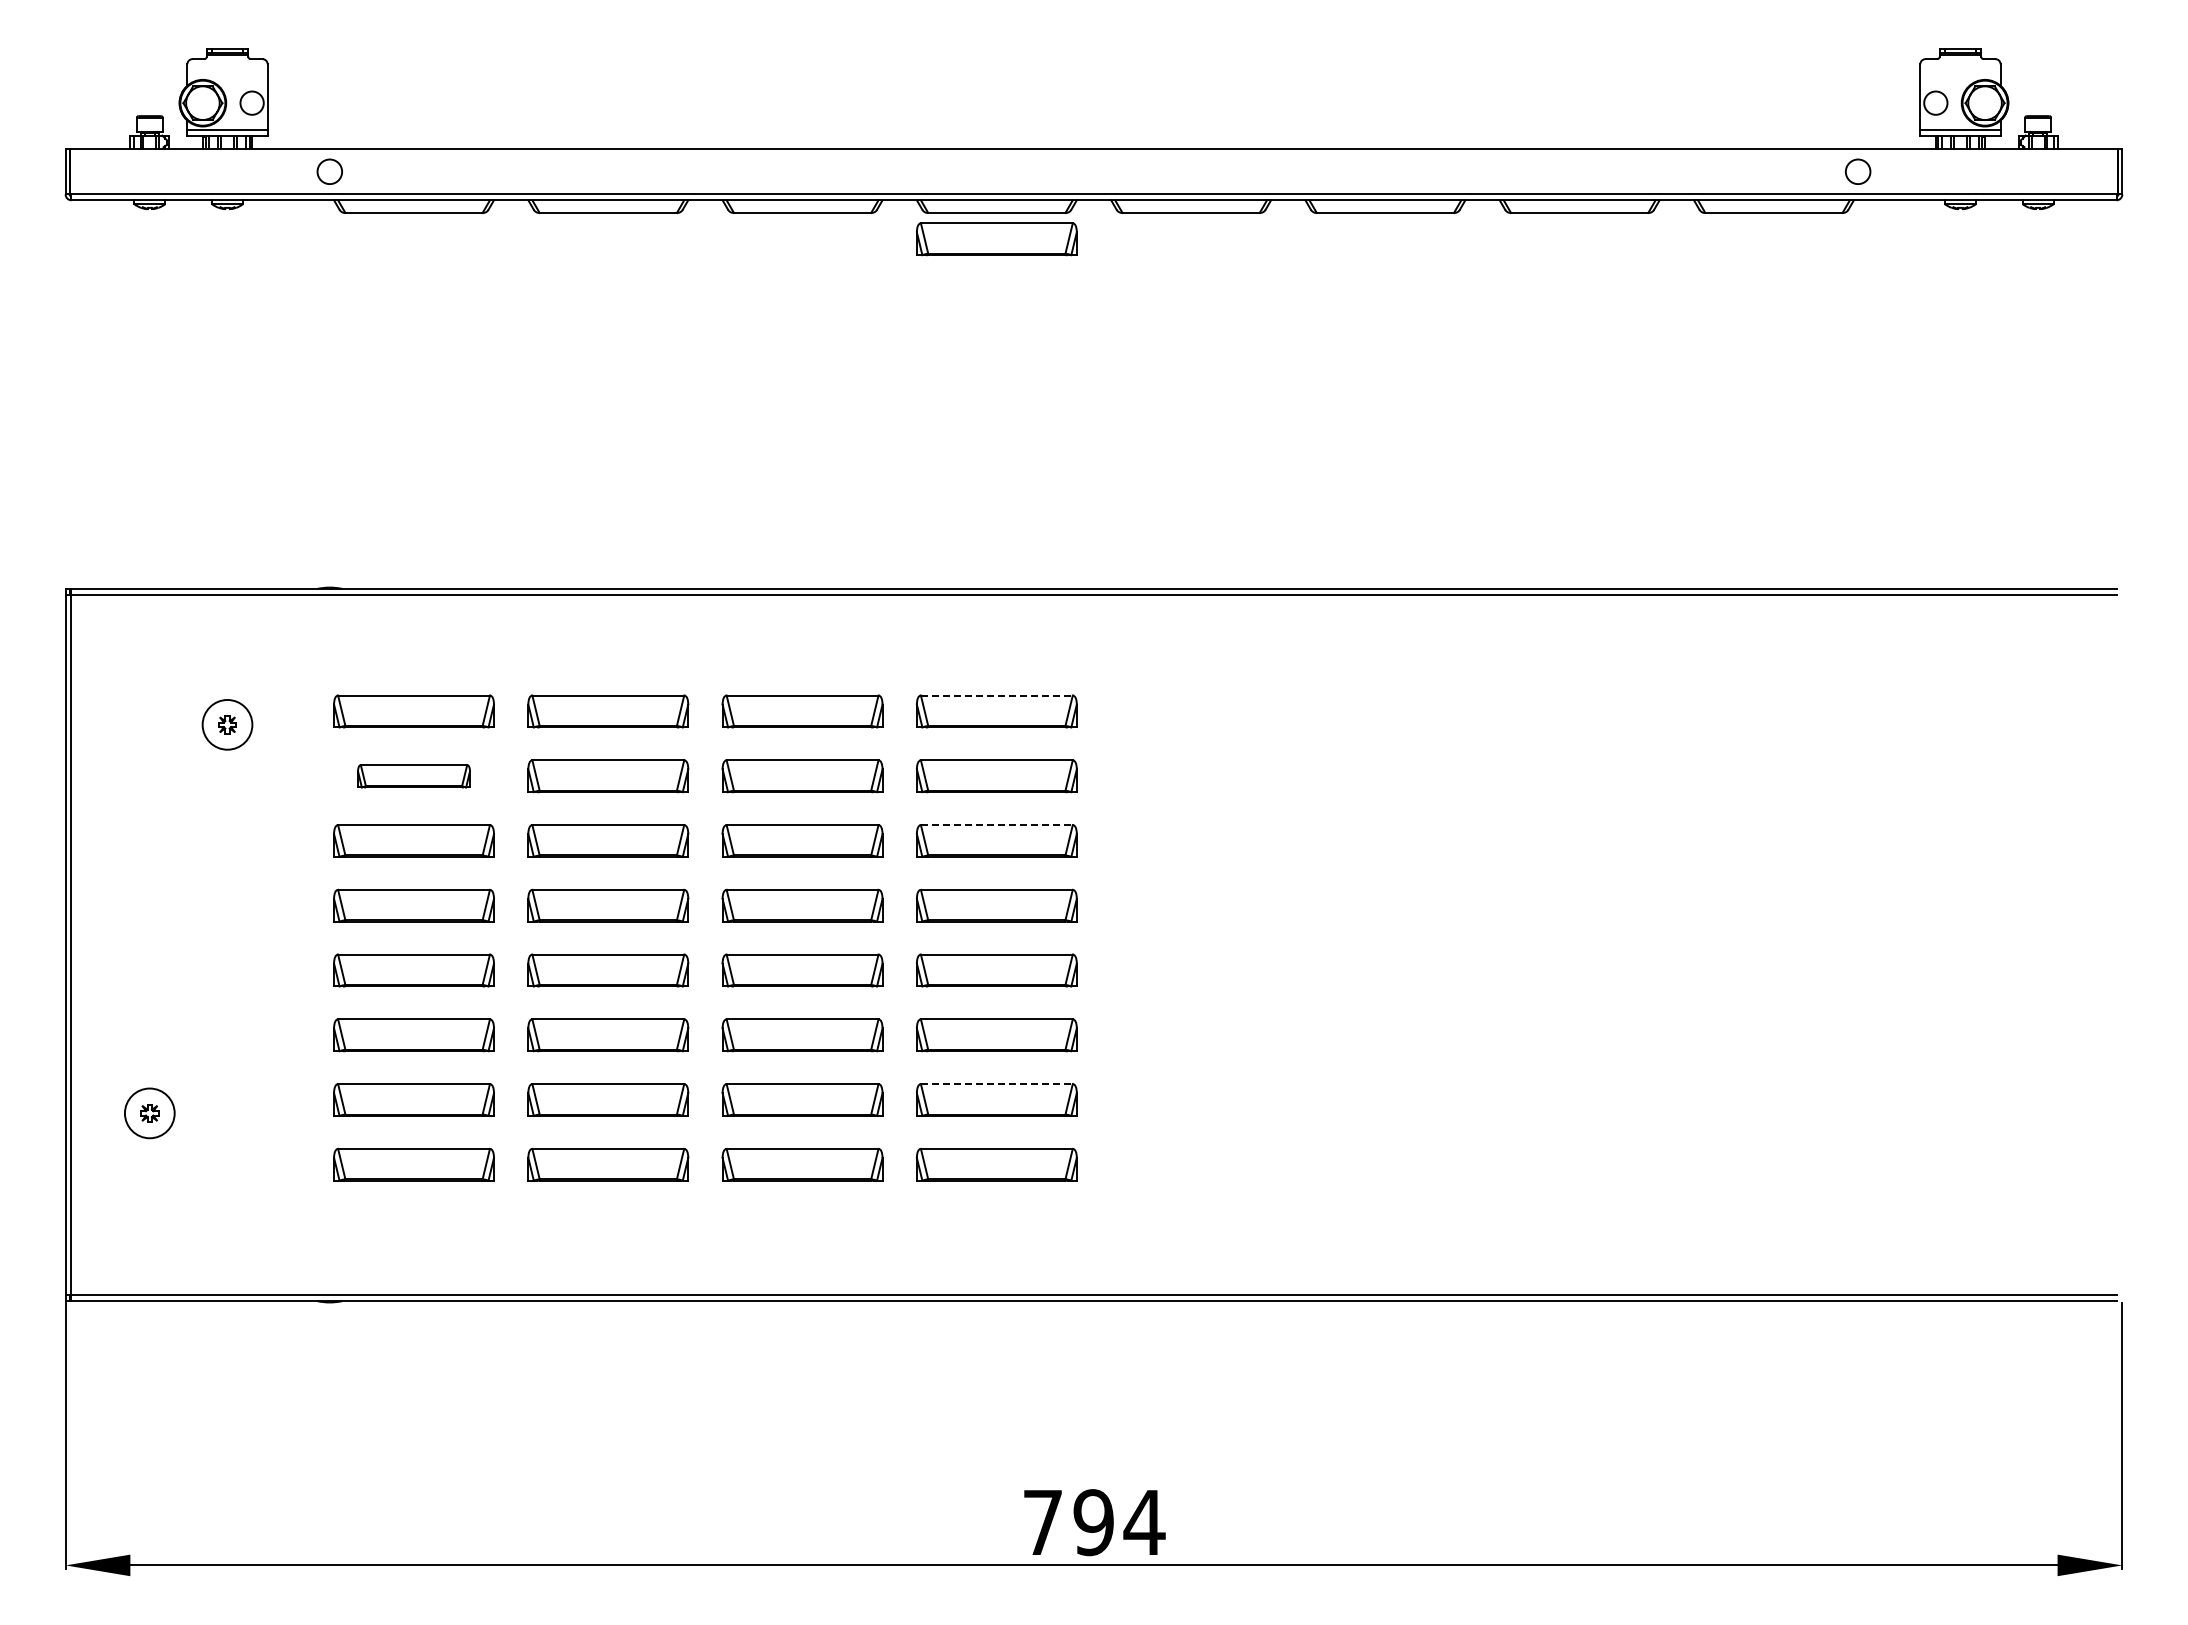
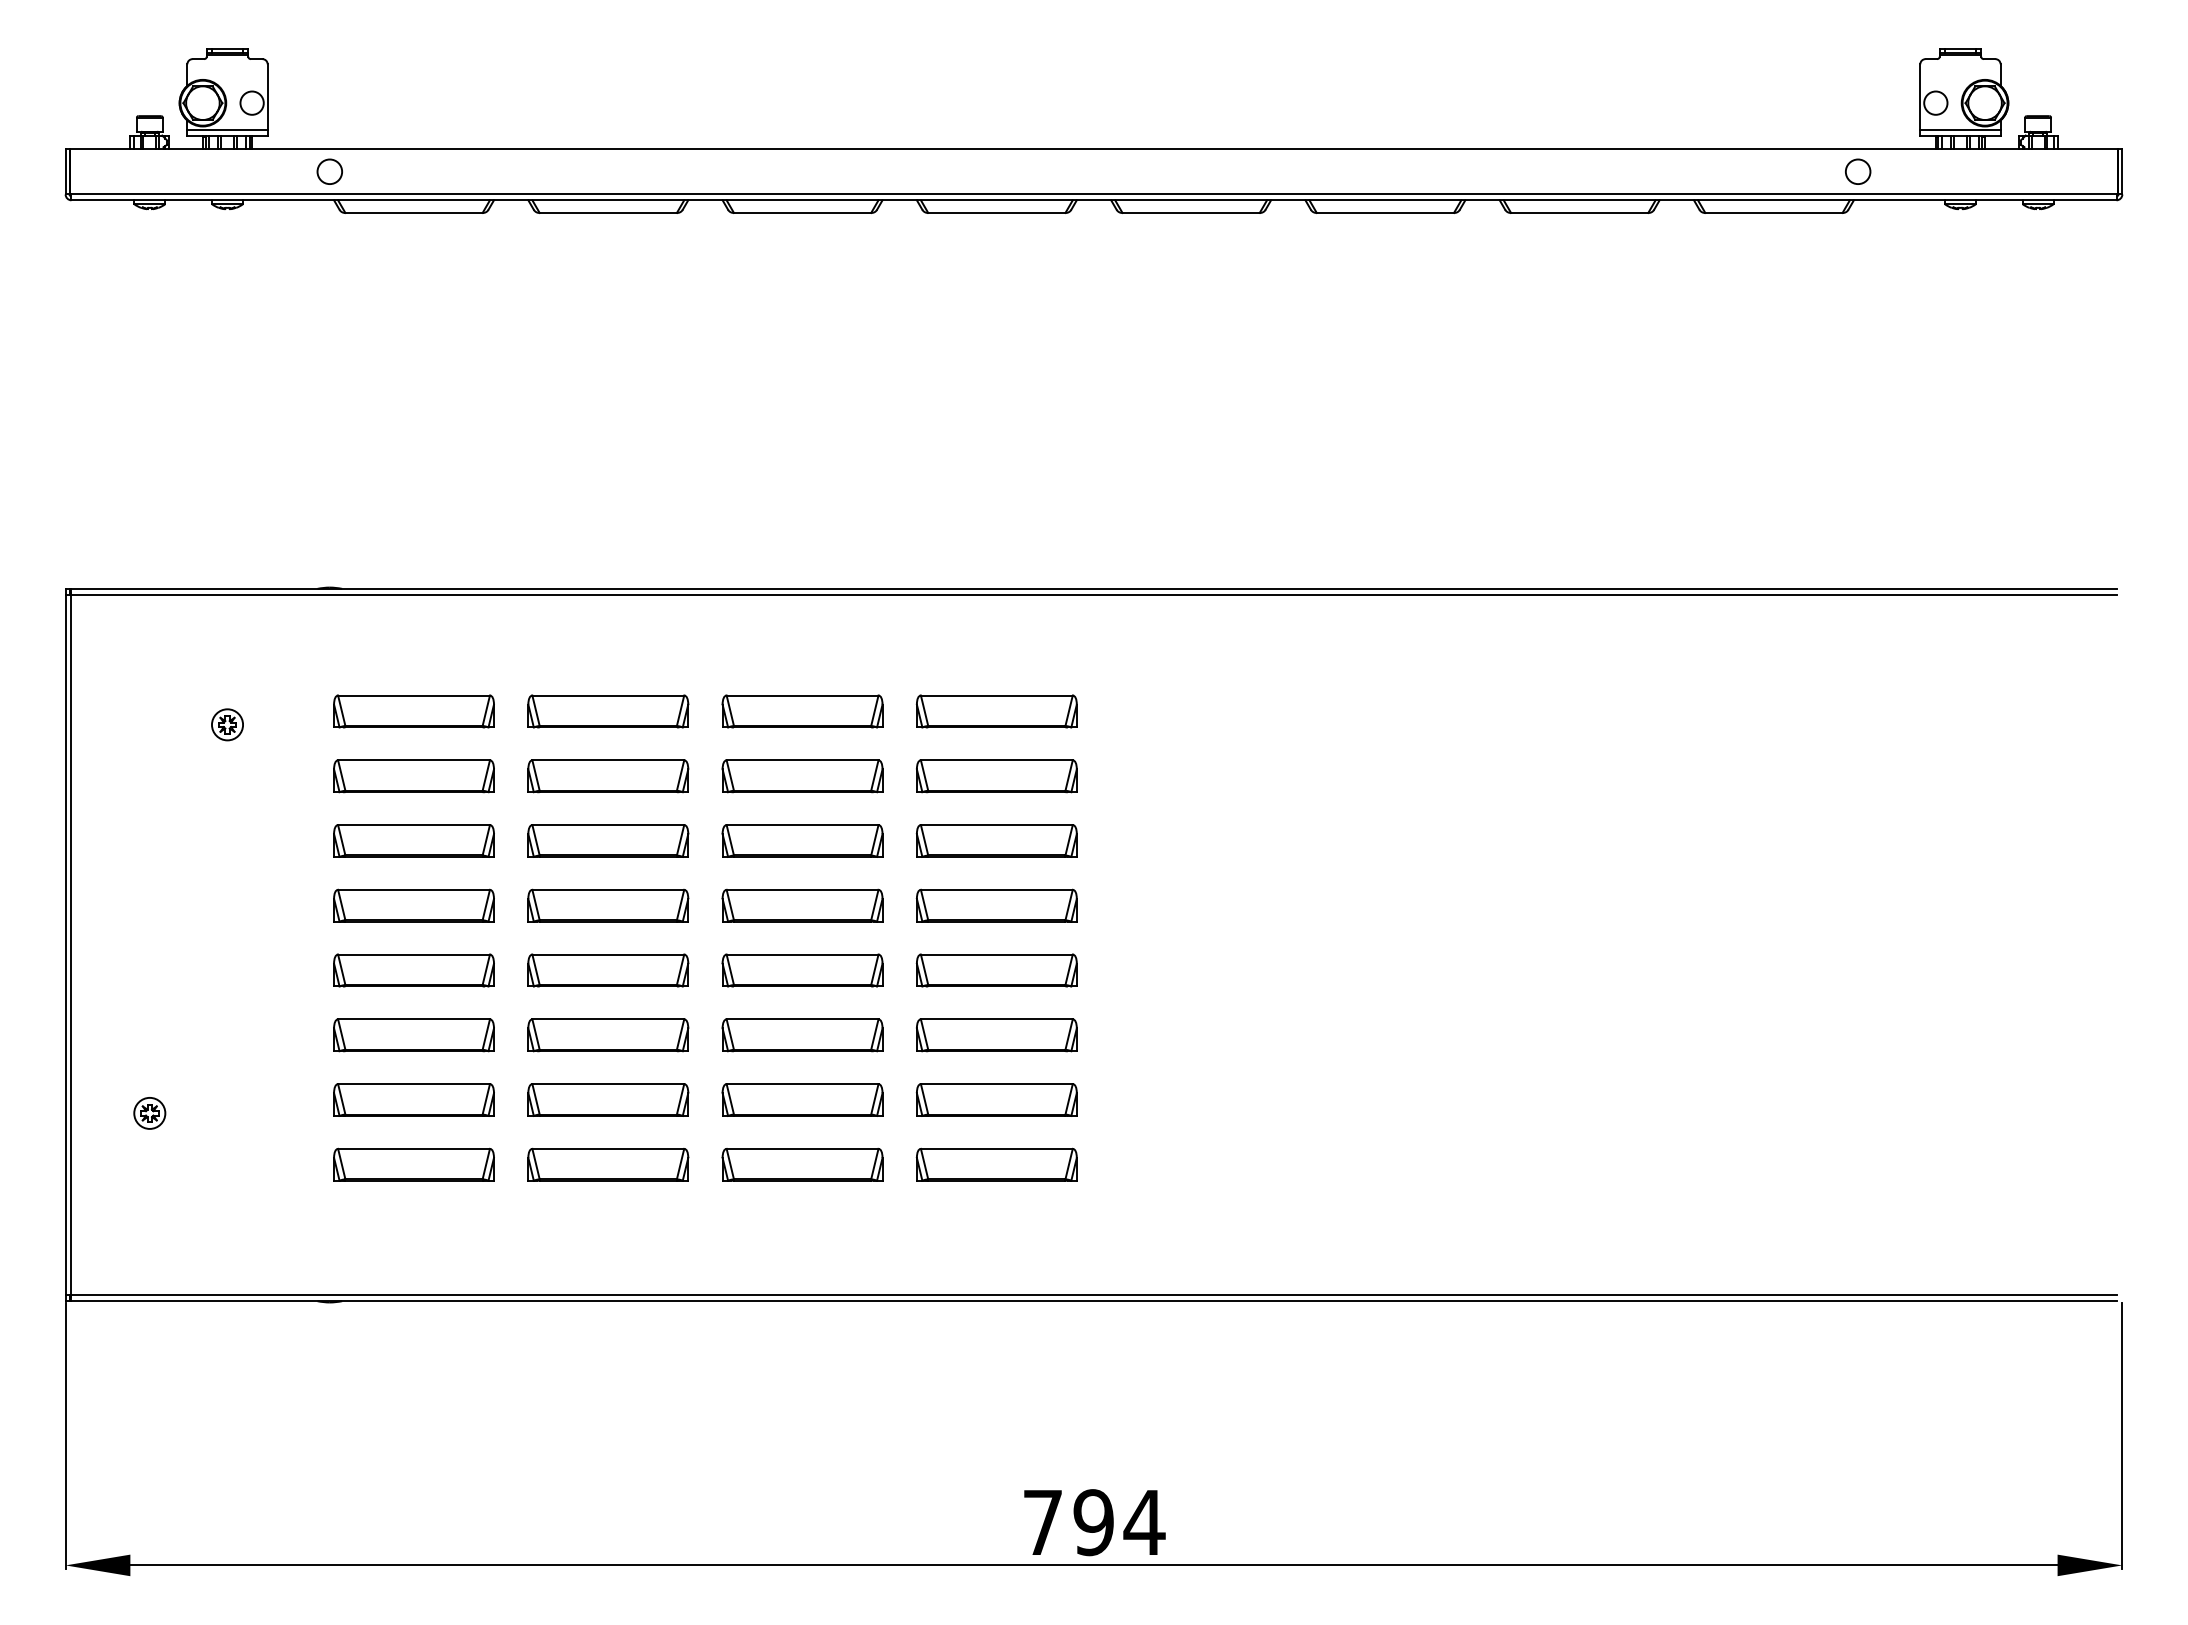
part at (996, 239): present -> none
line at (996, 695): dashed -> solid
circle at (227, 724) diameter: 50 px -> 31 px
part at (413, 776) size: 114x25 px -> 162x35 px
line at (996, 825): dashed -> solid
line at (996, 1084): dashed -> solid
circle at (149, 1113) diameter: 50 px -> 31 px
